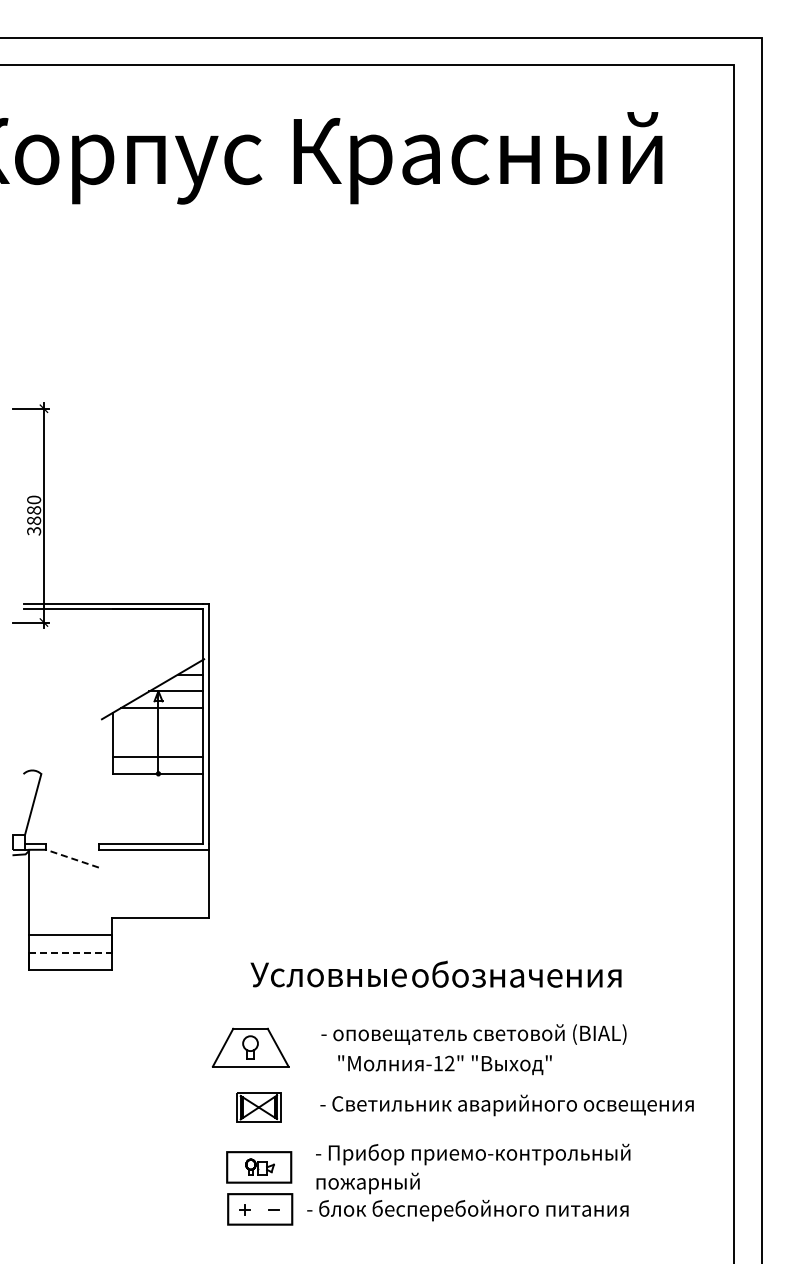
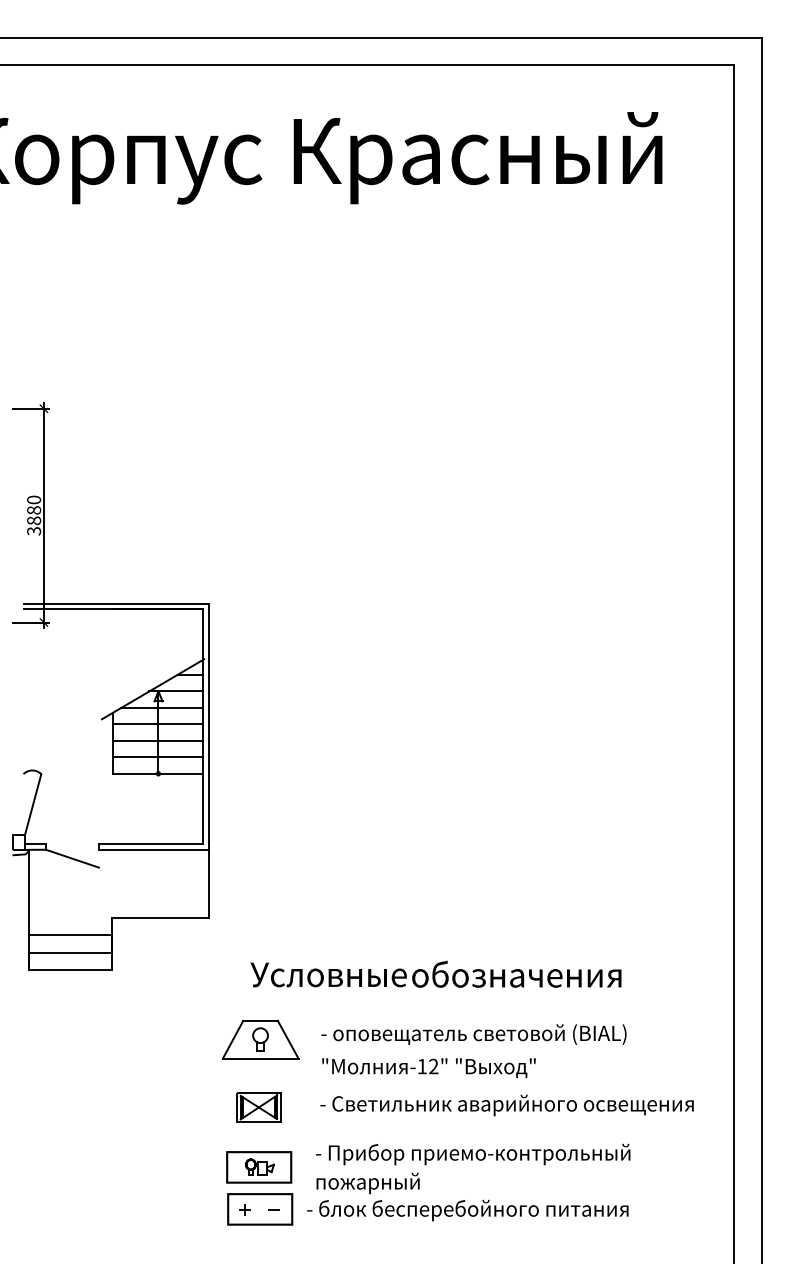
line at (158, 724): none -> present
line at (158, 740): none -> present
line at (72, 858): dashed -> solid
line at (70, 953): dashed -> solid
part at (250, 1047) position: (250, 1047) -> (260, 1039)
text at (444, 1065) position: (444, 1065) -> (428, 1068)
